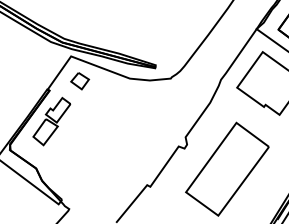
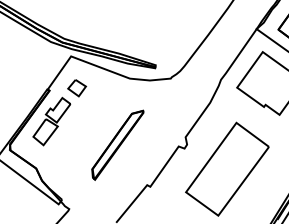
part at (80, 81) position: (80, 81) -> (77, 88)
part at (117, 144): none -> present
